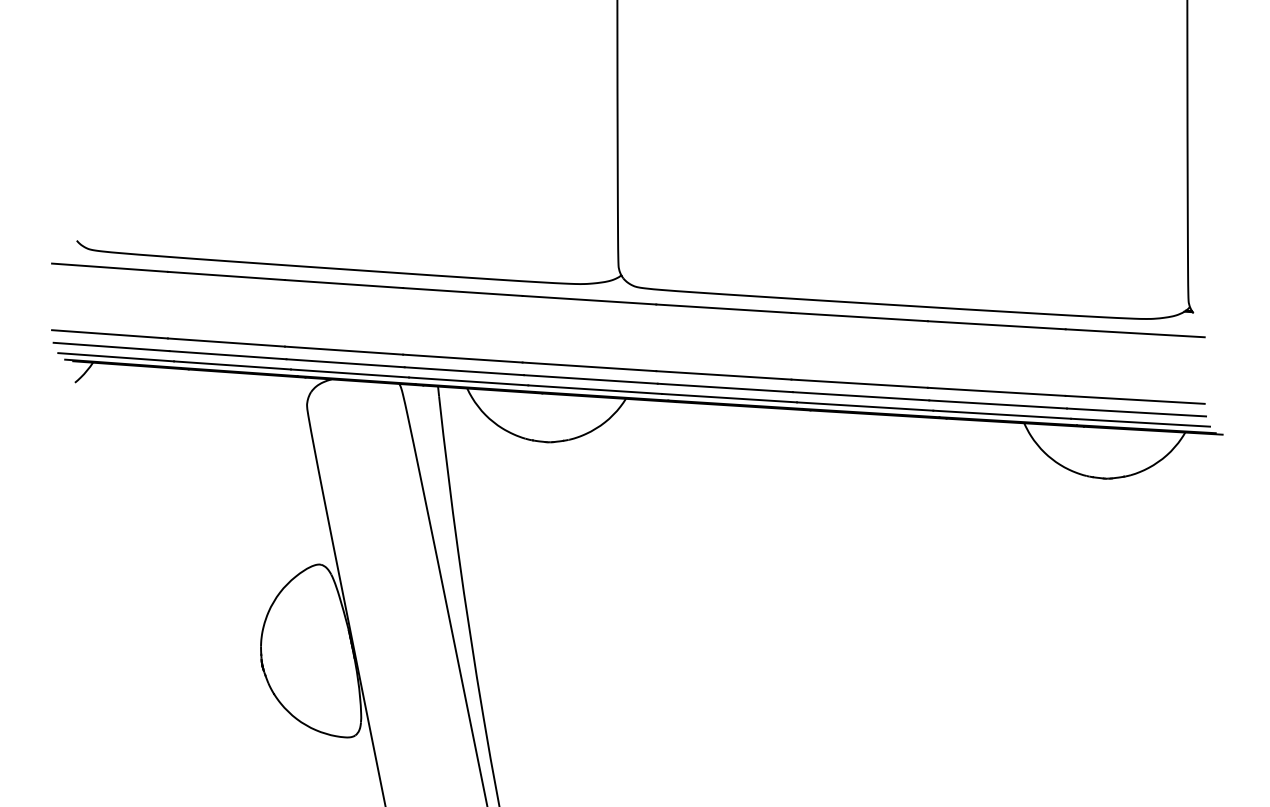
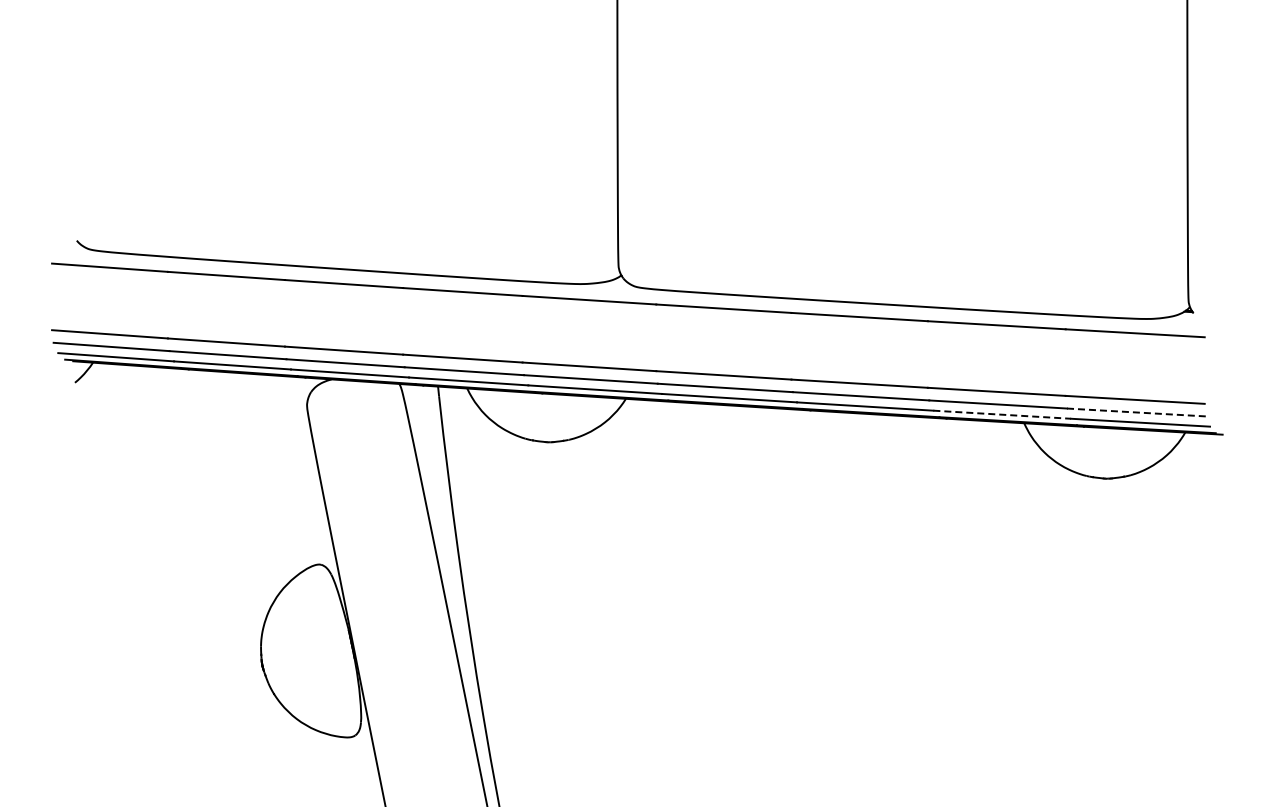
line at (1136, 412): solid -> dashed
line at (1002, 414): solid -> dashed
